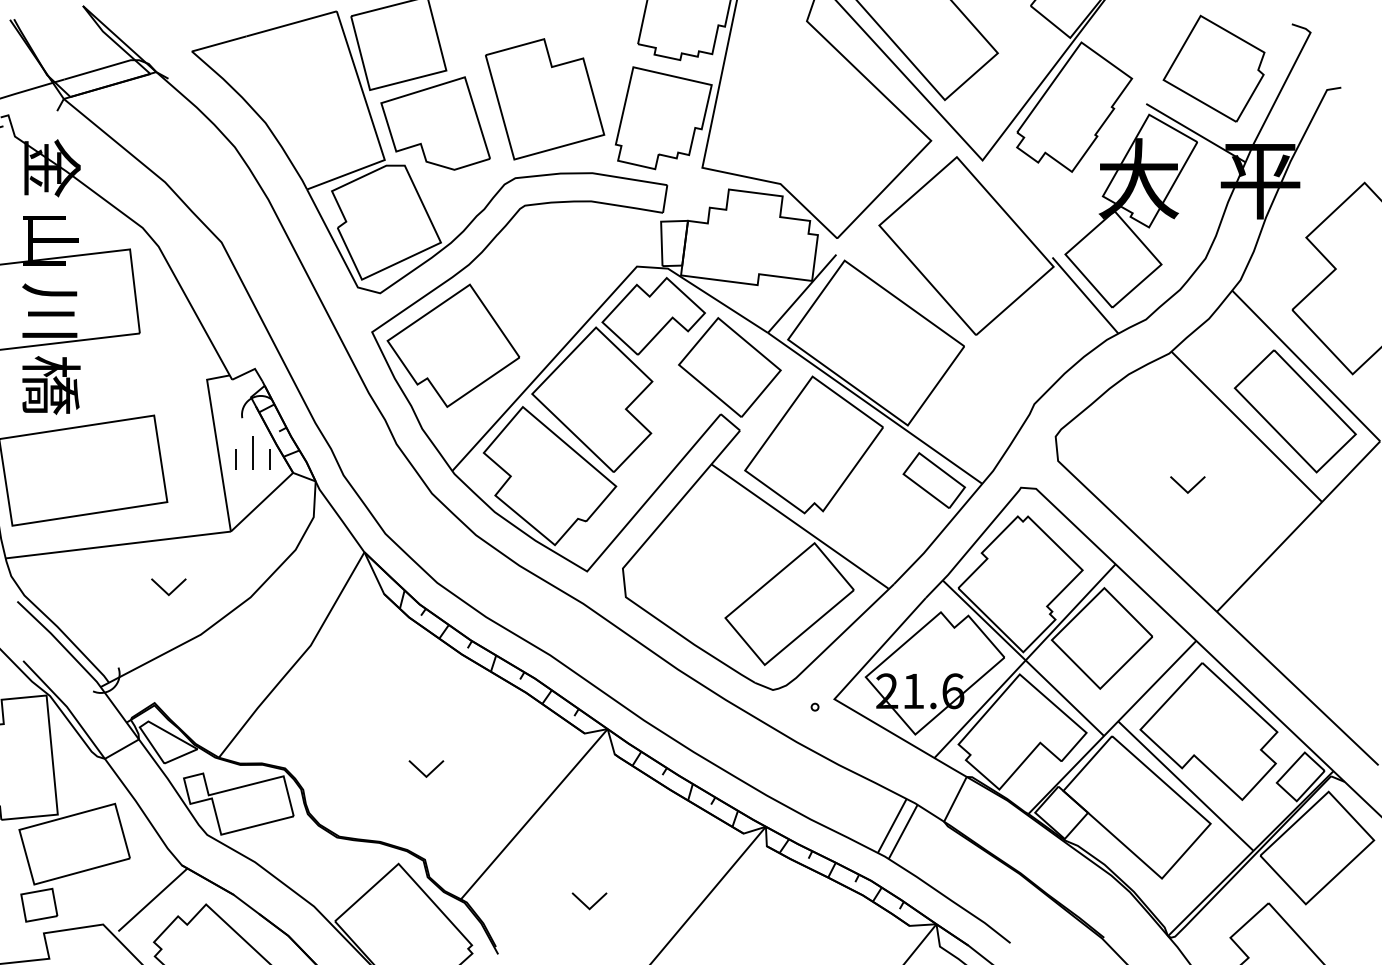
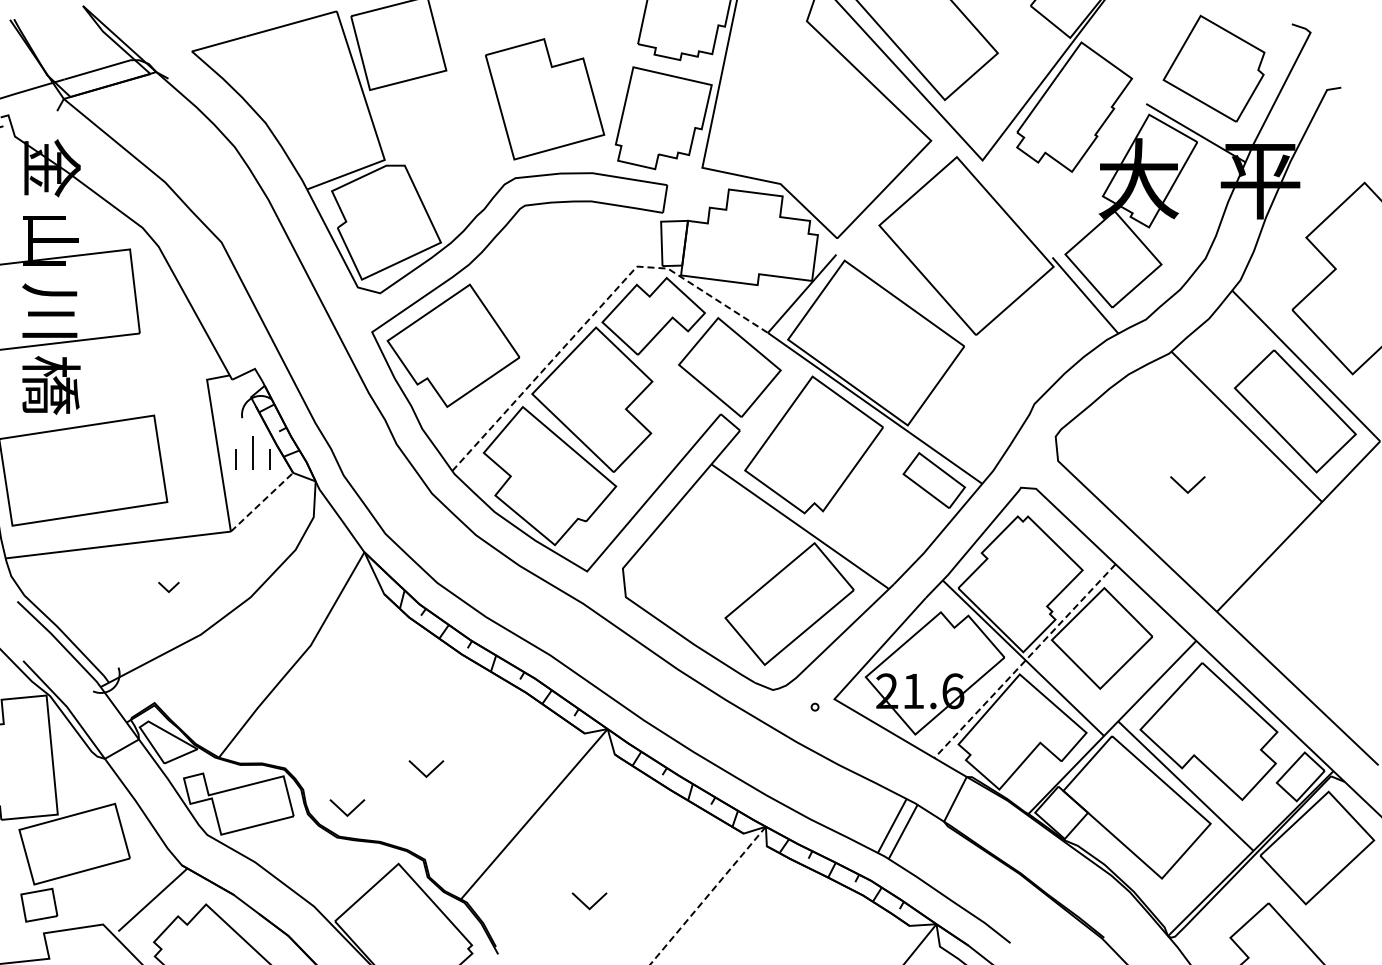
part at (435, 123): present -> none
line at (596, 311): solid -> dashed
line at (262, 502): solid -> dashed
part at (168, 587) size: 36x19 px -> 22x12 px
line at (1024, 661): solid -> dashed
part at (347, 807): none -> present
line at (707, 896): solid -> dashed
